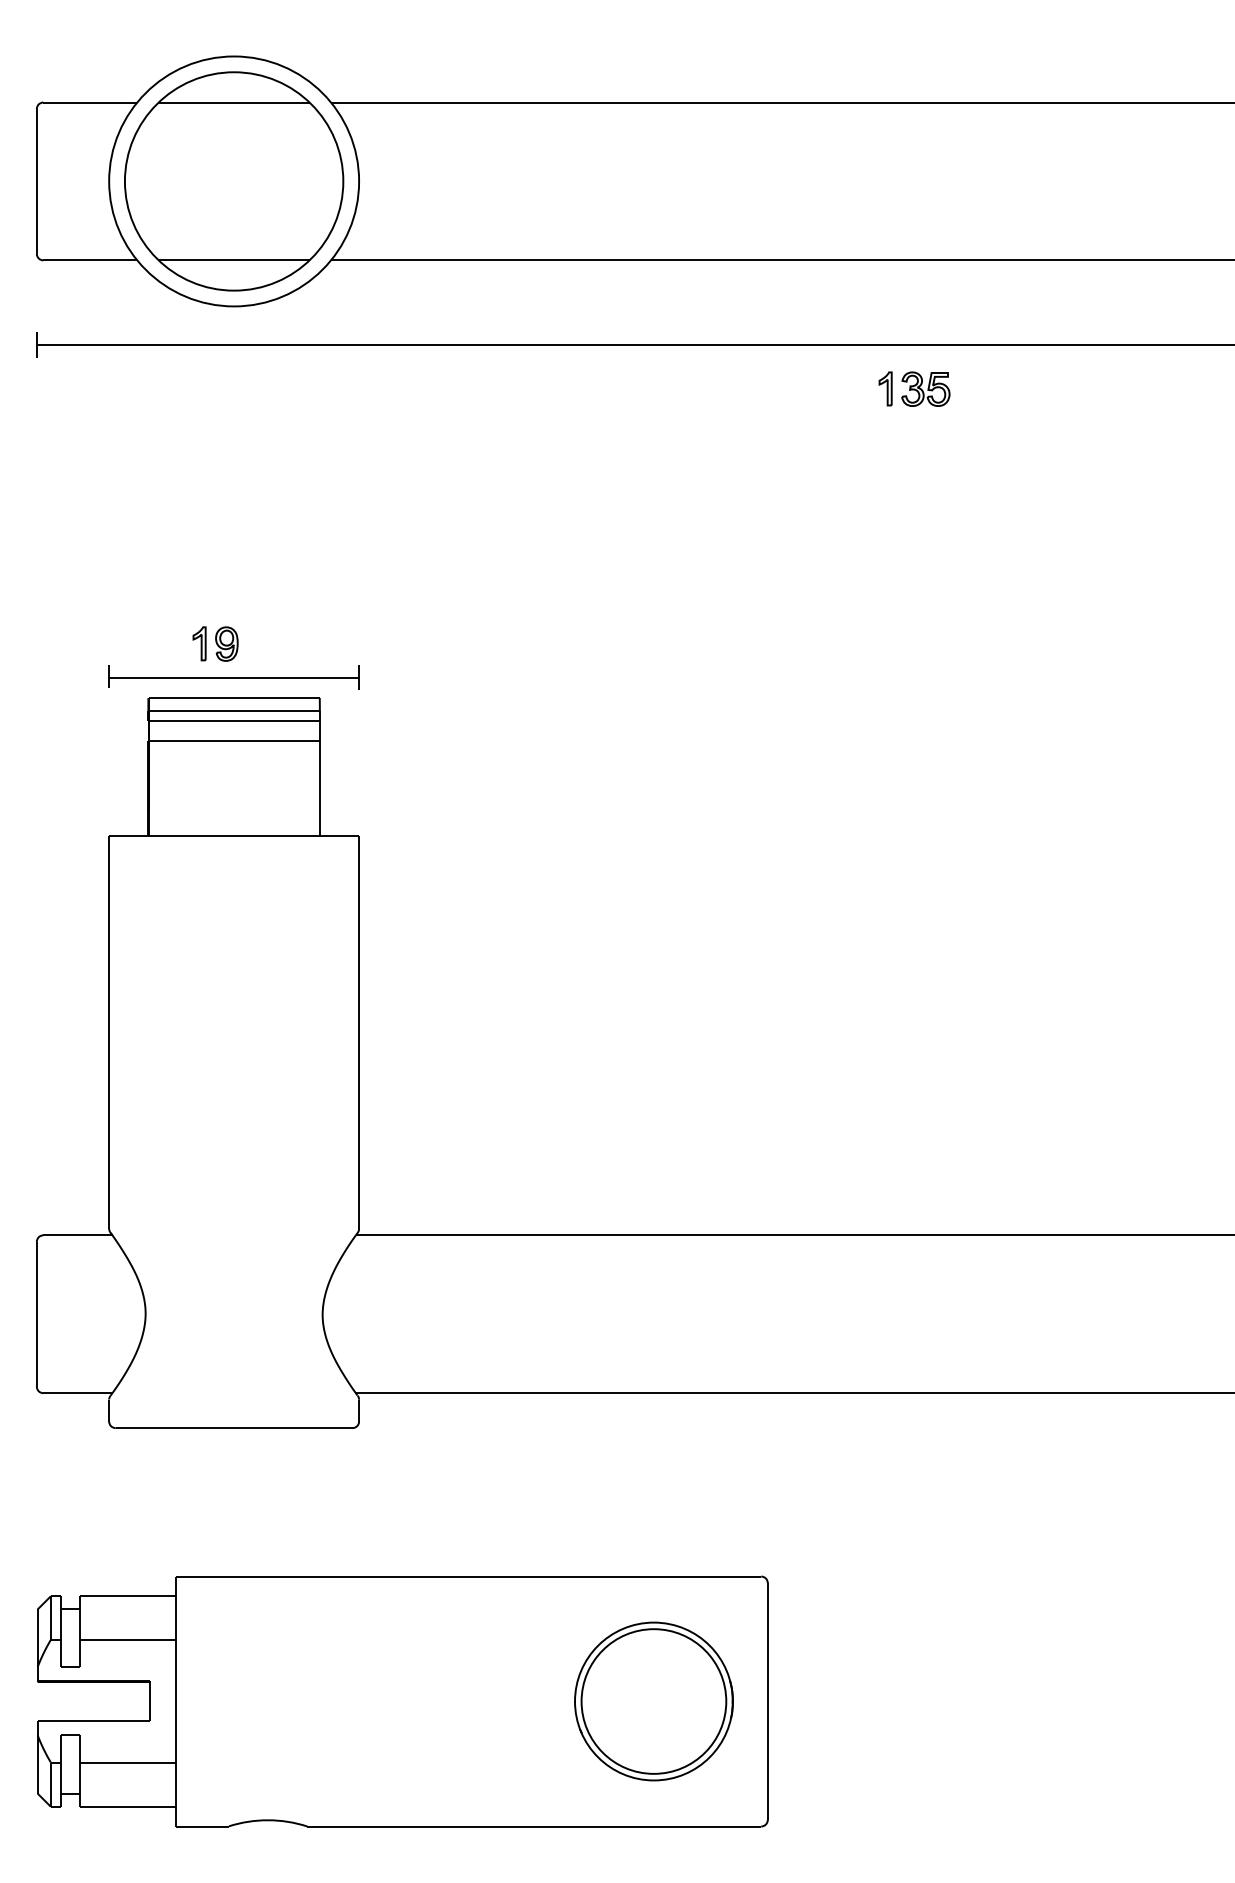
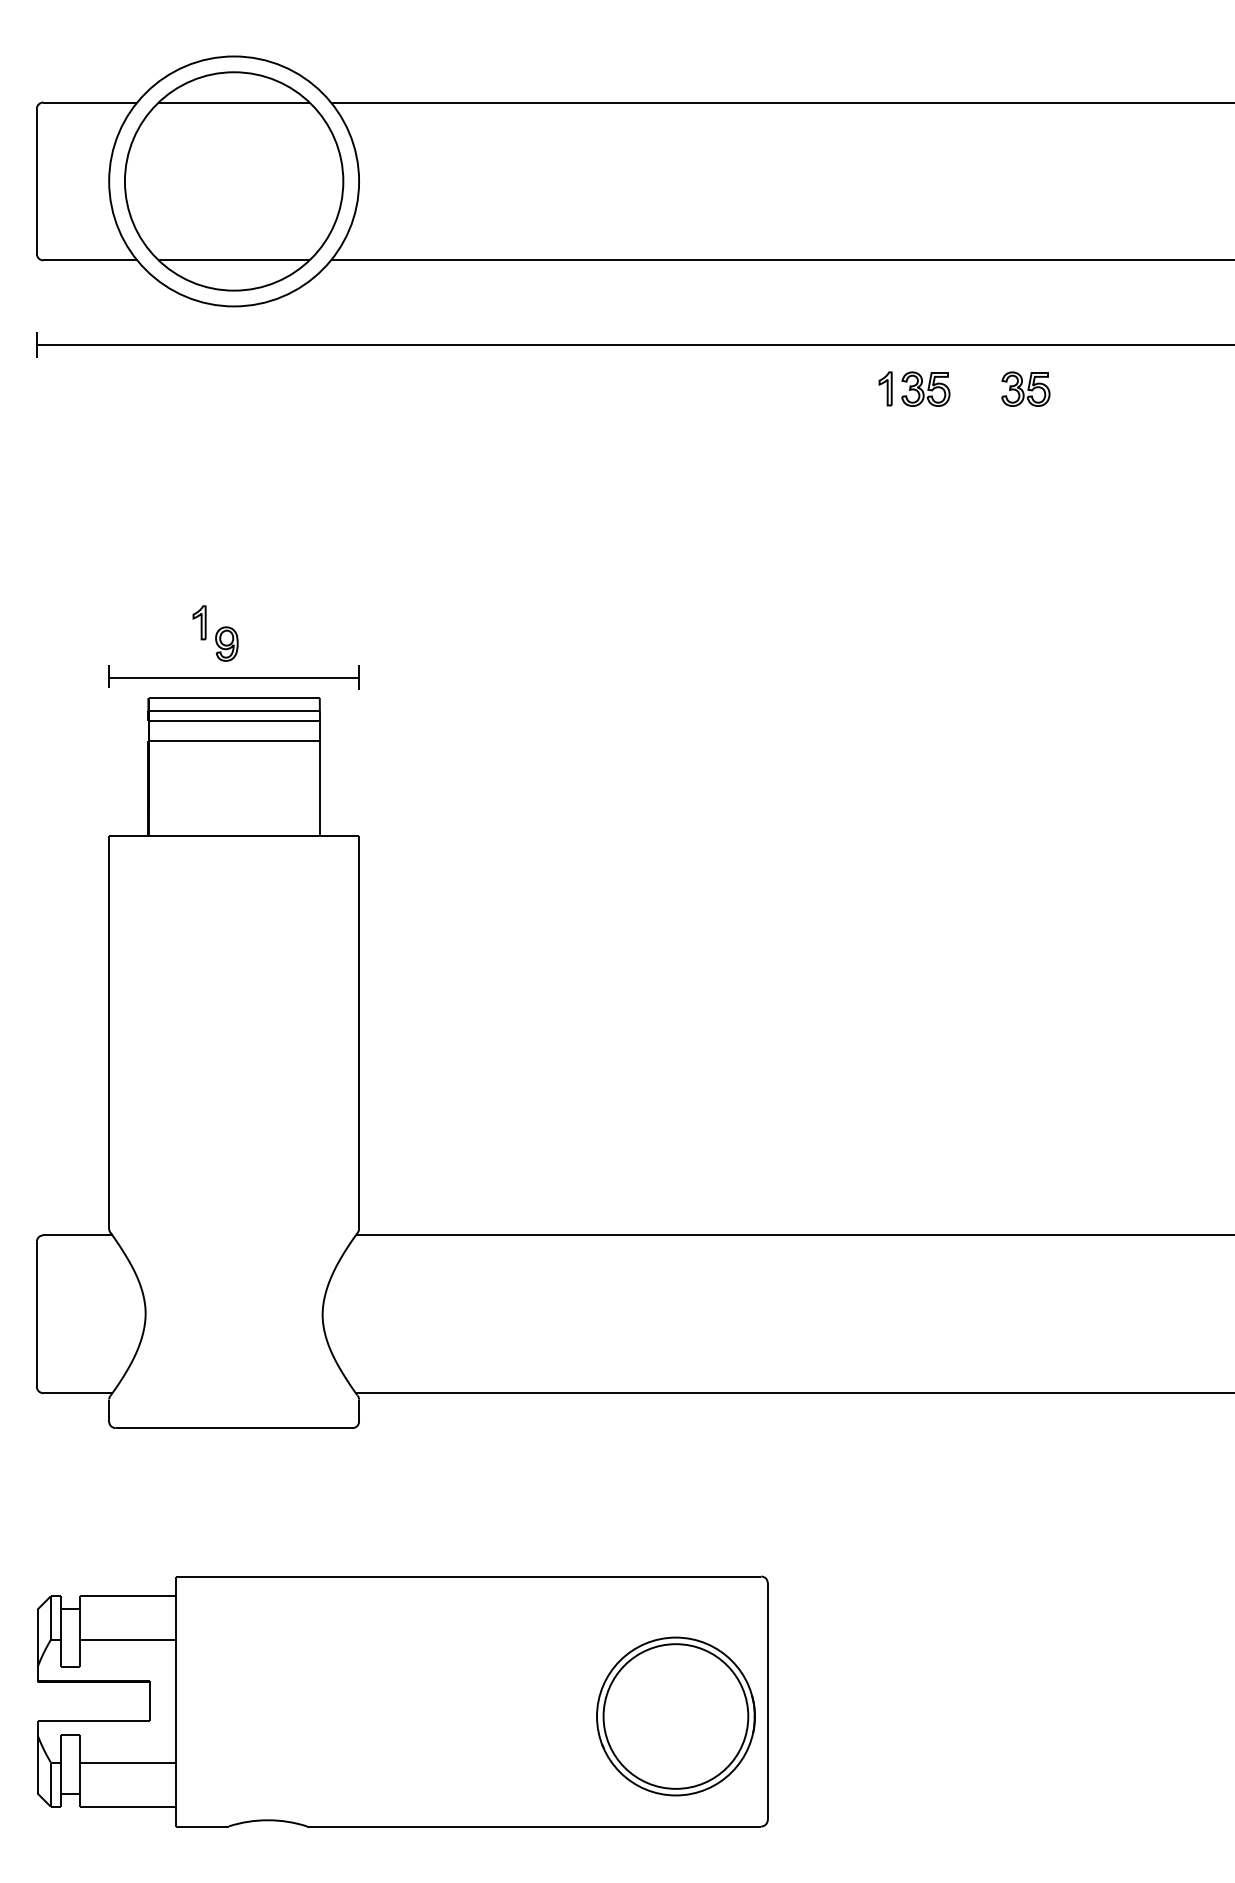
part at (1025, 388): none -> present
part at (199, 643) position: (199, 643) -> (199, 622)
part at (653, 1701) position: (653, 1701) -> (675, 1716)
